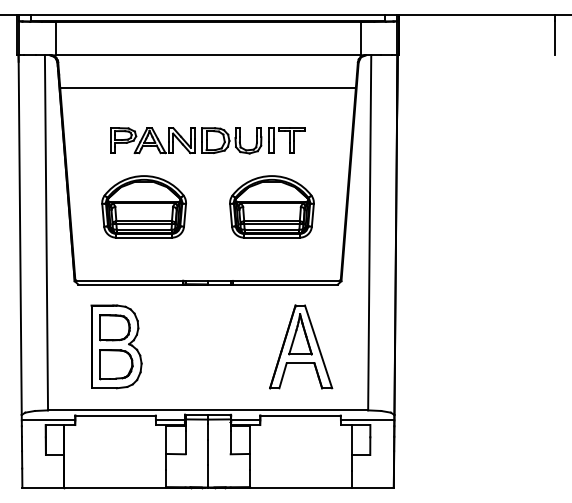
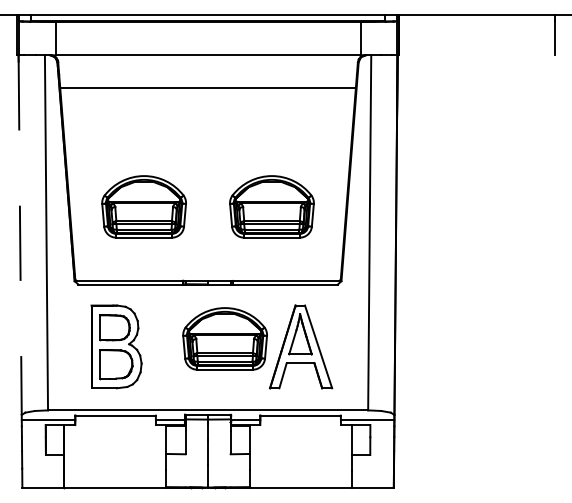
part at (207, 140): present -> none
line at (20, 235): solid -> dashed
part at (224, 338): none -> present
